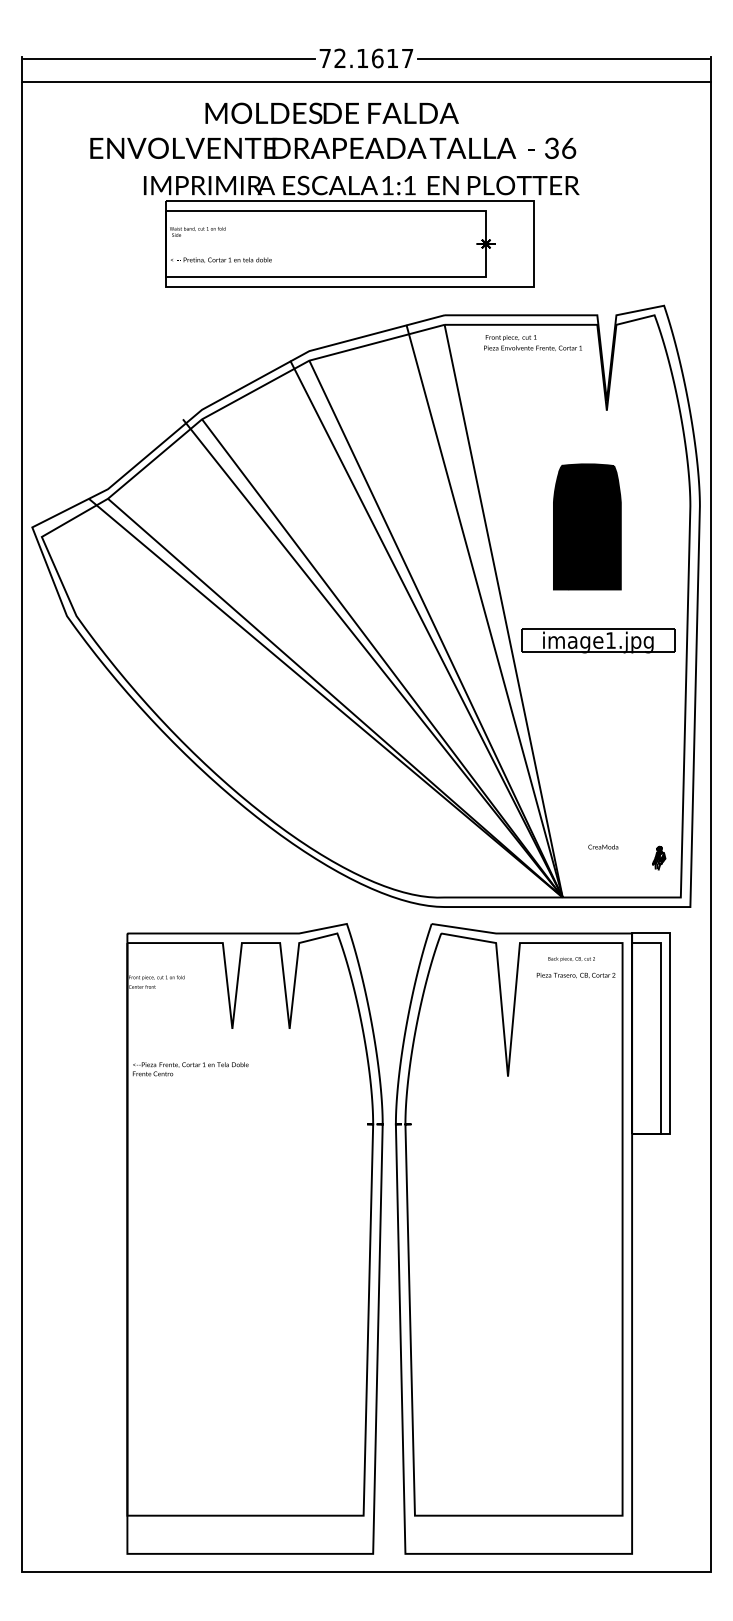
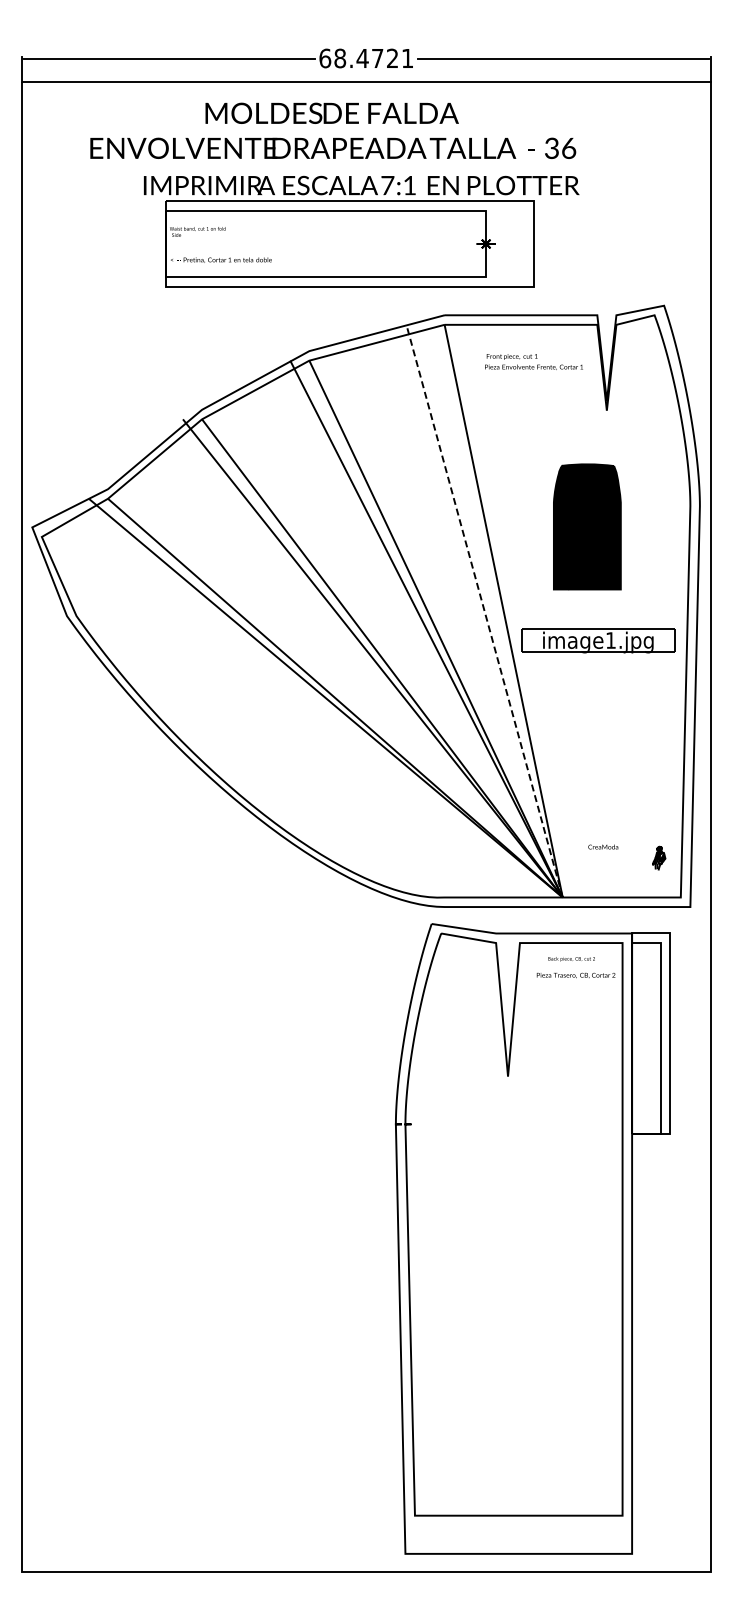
text at (366, 58): 72.1617 -> 68.4721
text at (387, 185): 1:1 -> 7:1
text at (532, 342) position: (532, 342) -> (533, 361)
line at (484, 611): solid -> dashed
part at (254, 1238): present -> none
